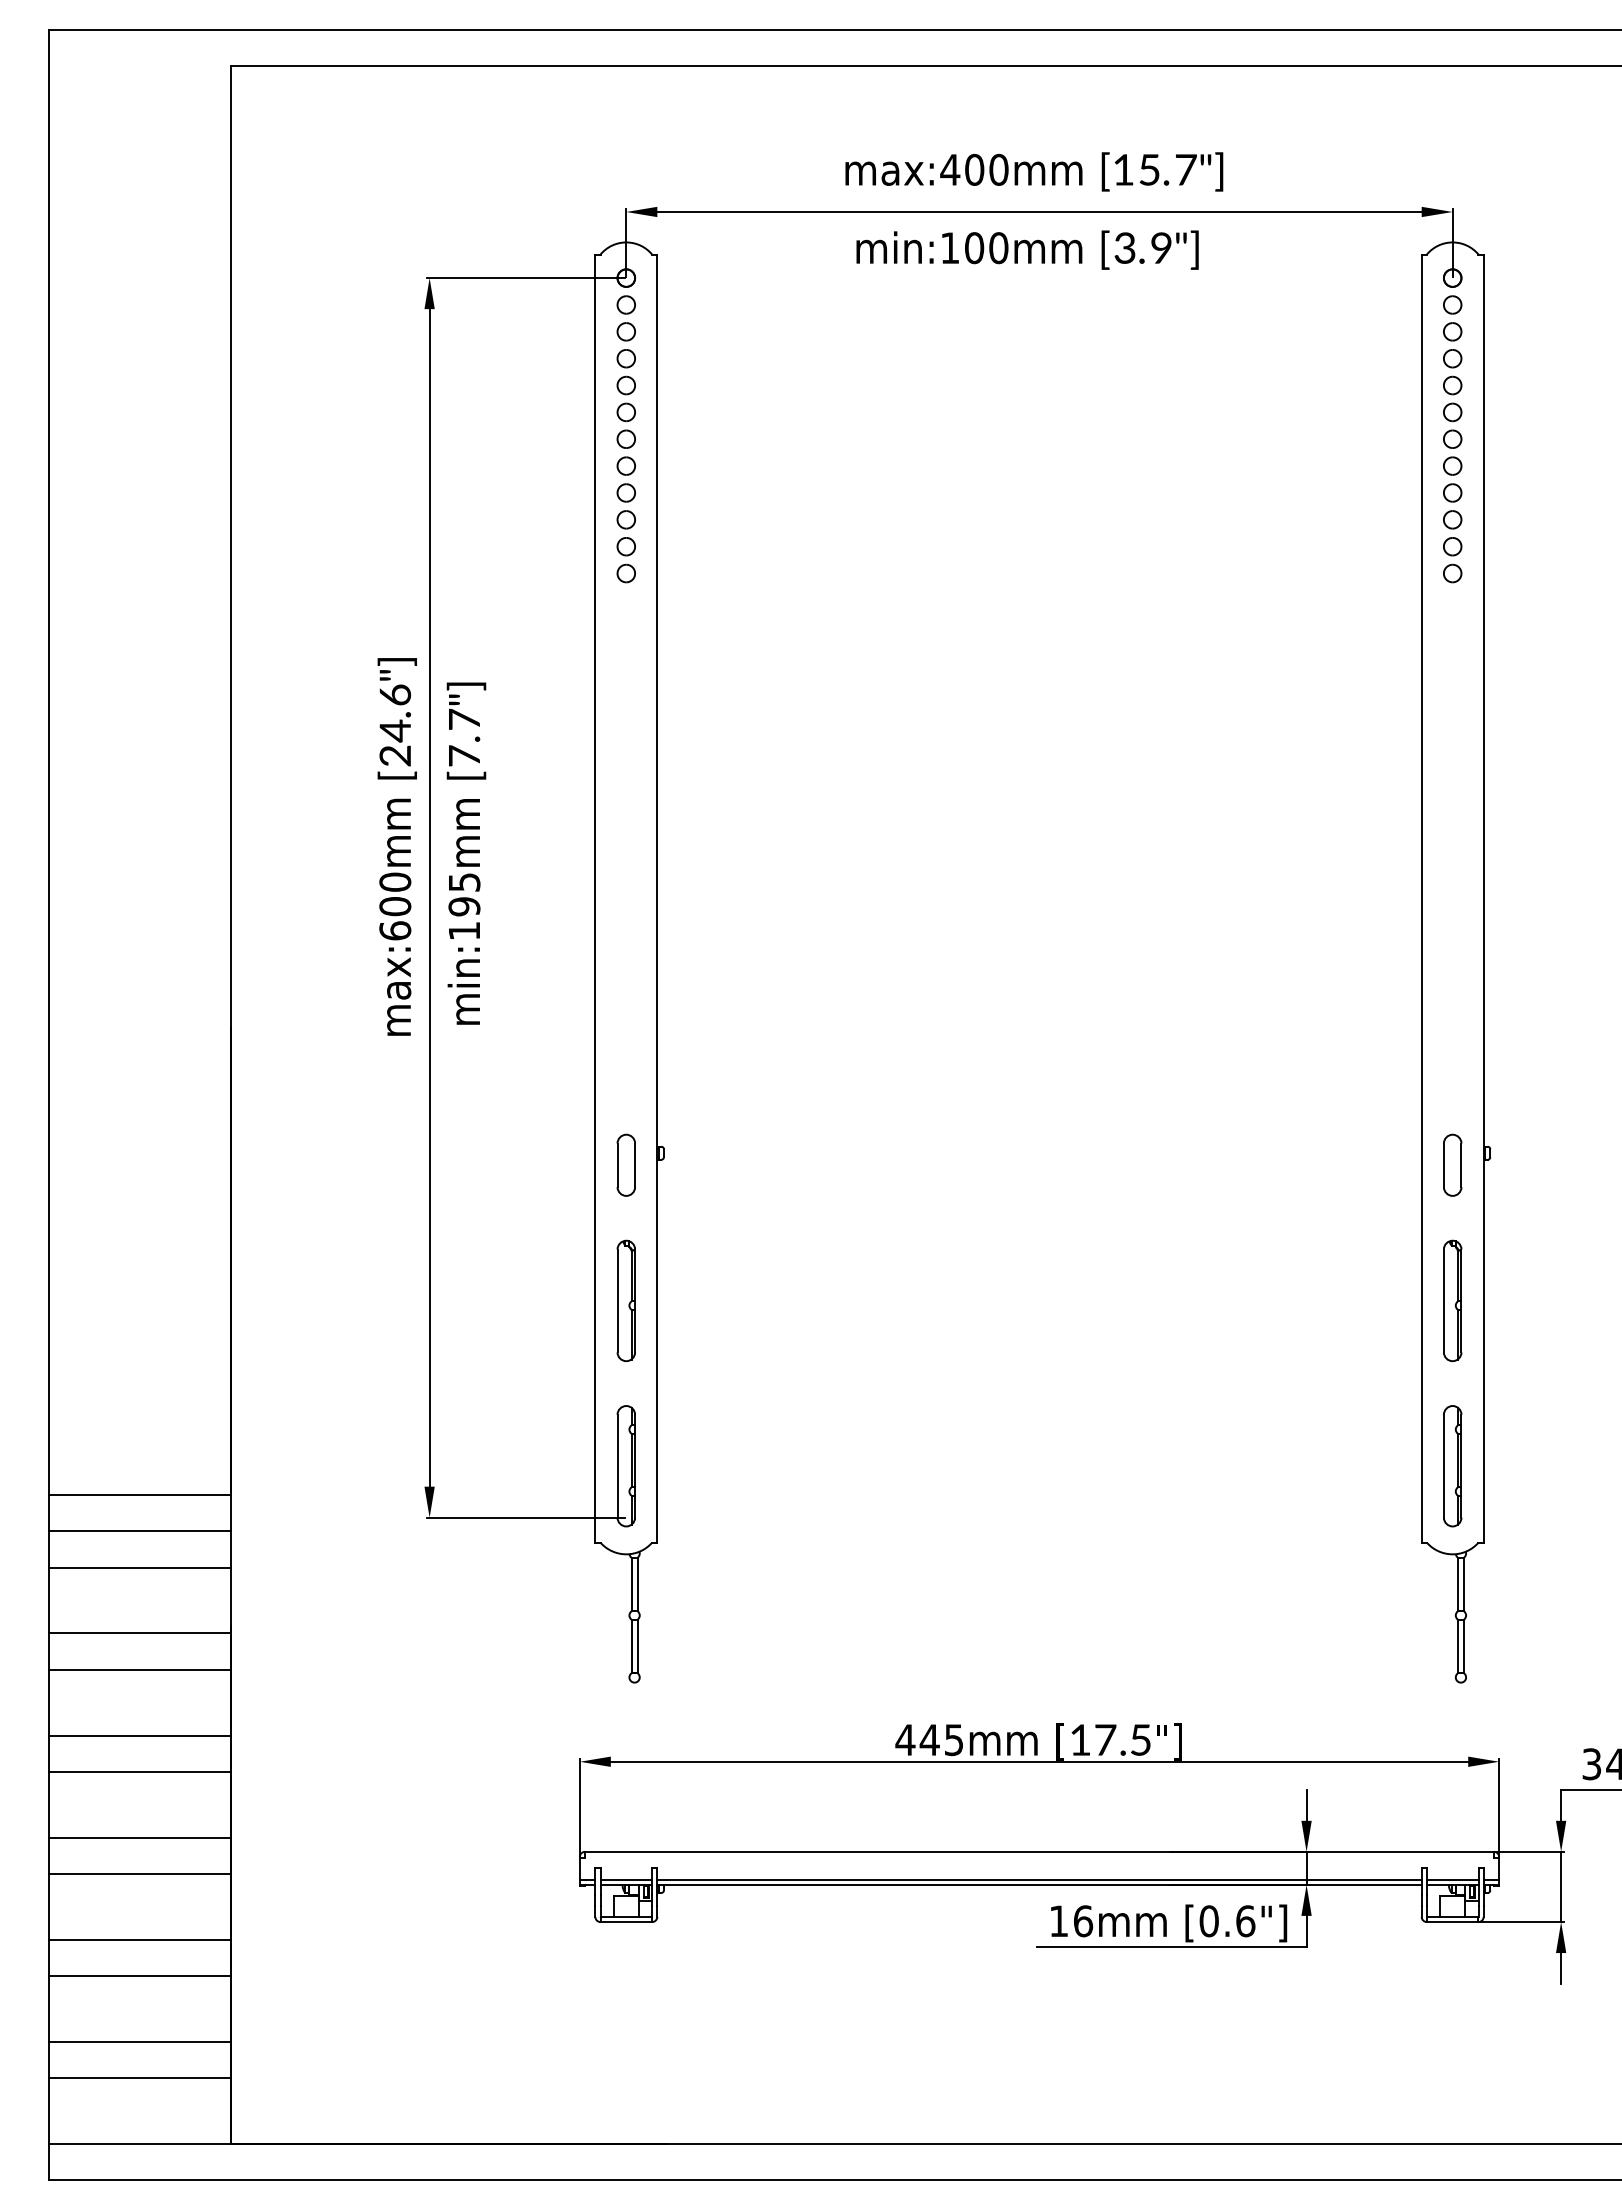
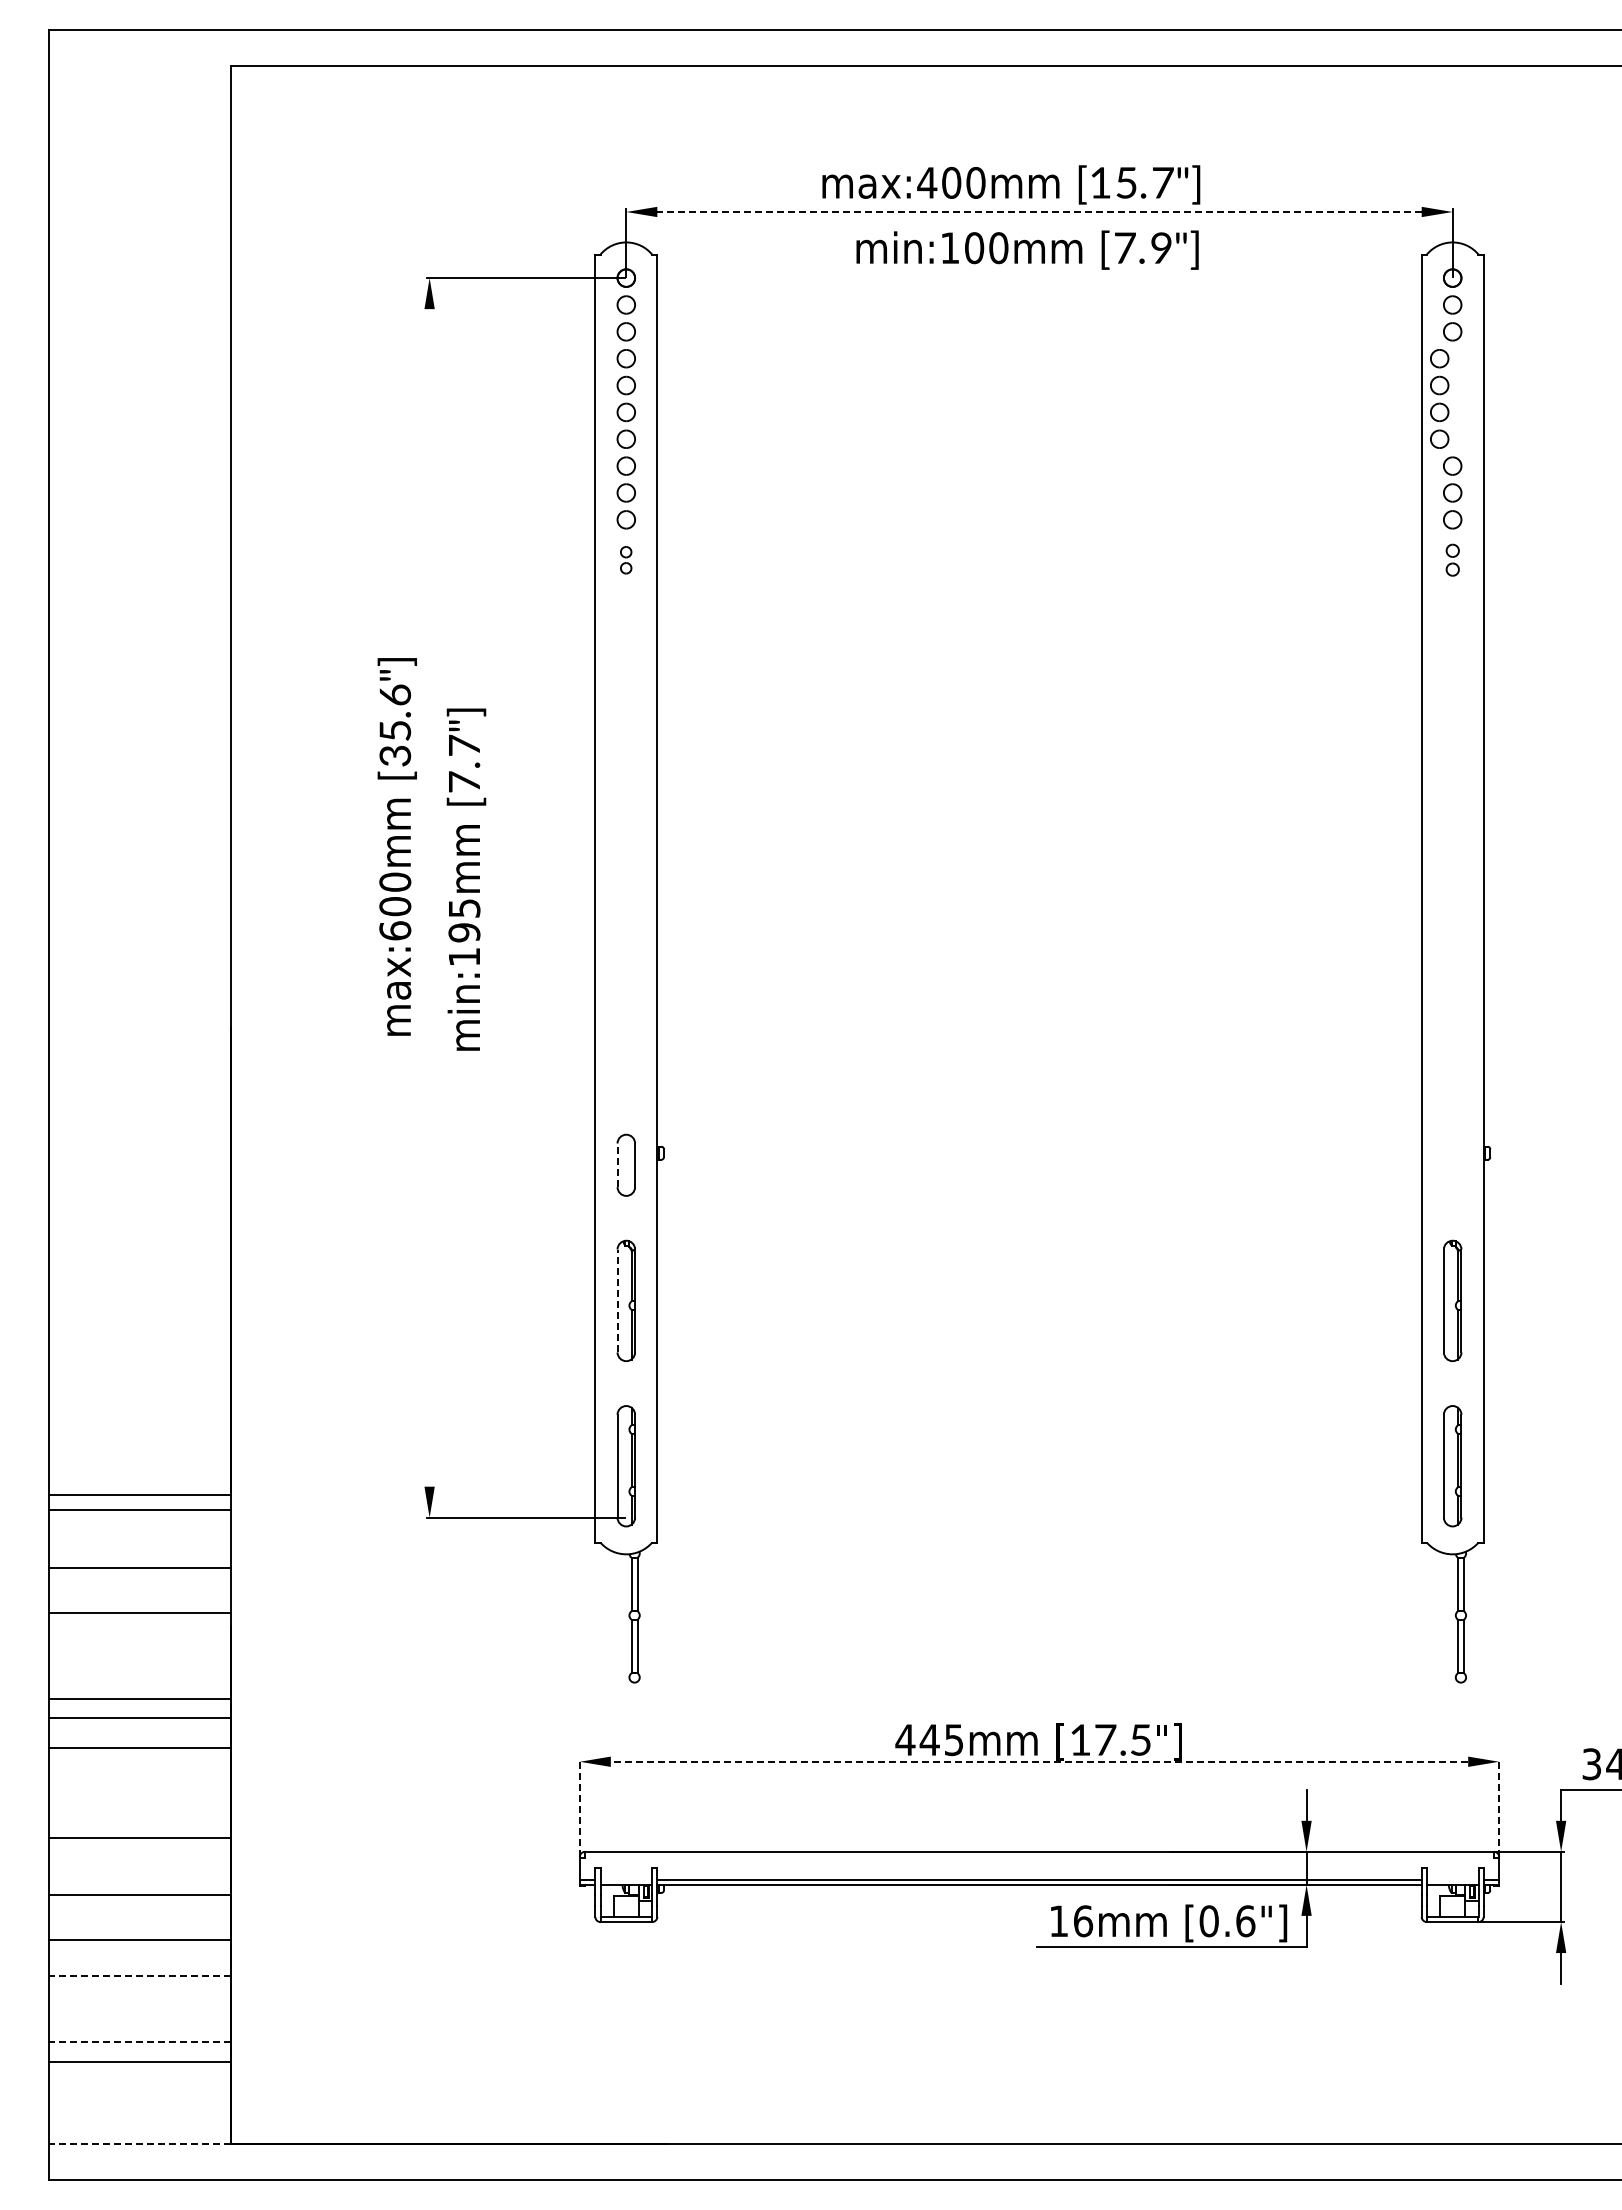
text at (1034, 171) position: (1034, 171) -> (1011, 184)
line at (1039, 211): solid -> dashed
text at (1124, 247): 3 -> 7
part at (1452, 398) position: (1452, 398) -> (1439, 398)
part at (625, 560) size: 20x47 px -> 13x29 px
part at (1452, 560) size: 20x47 px -> 15x34 px
text at (395, 742): 24 -> 35
text at (466, 853) position: (466, 853) -> (466, 879)
line at (429, 897): present -> none
part at (1452, 1164): present -> none
line at (617, 1165): solid -> dashed
line at (617, 1300): solid -> dashed
line at (139, 1531) position: (139, 1531) -> (139, 1510)
line at (139, 1633) position: (139, 1633) -> (139, 1613)
line at (139, 1669) position: (139, 1669) -> (139, 1698)
line at (139, 1735) position: (139, 1735) -> (139, 1717)
line at (1039, 1761): solid -> dashed
line at (139, 1771) position: (139, 1771) -> (139, 1747)
line at (579, 1807): solid -> dashed
line at (1499, 1807): solid -> dashed
line at (139, 1874) position: (139, 1874) -> (139, 1895)
line at (626, 1879): present -> none
line at (1452, 1879): present -> none
line at (139, 1976): solid -> dashed
line at (139, 2041): solid -> dashed
line at (139, 2078) position: (139, 2078) -> (139, 2062)
line at (139, 2143): solid -> dashed
